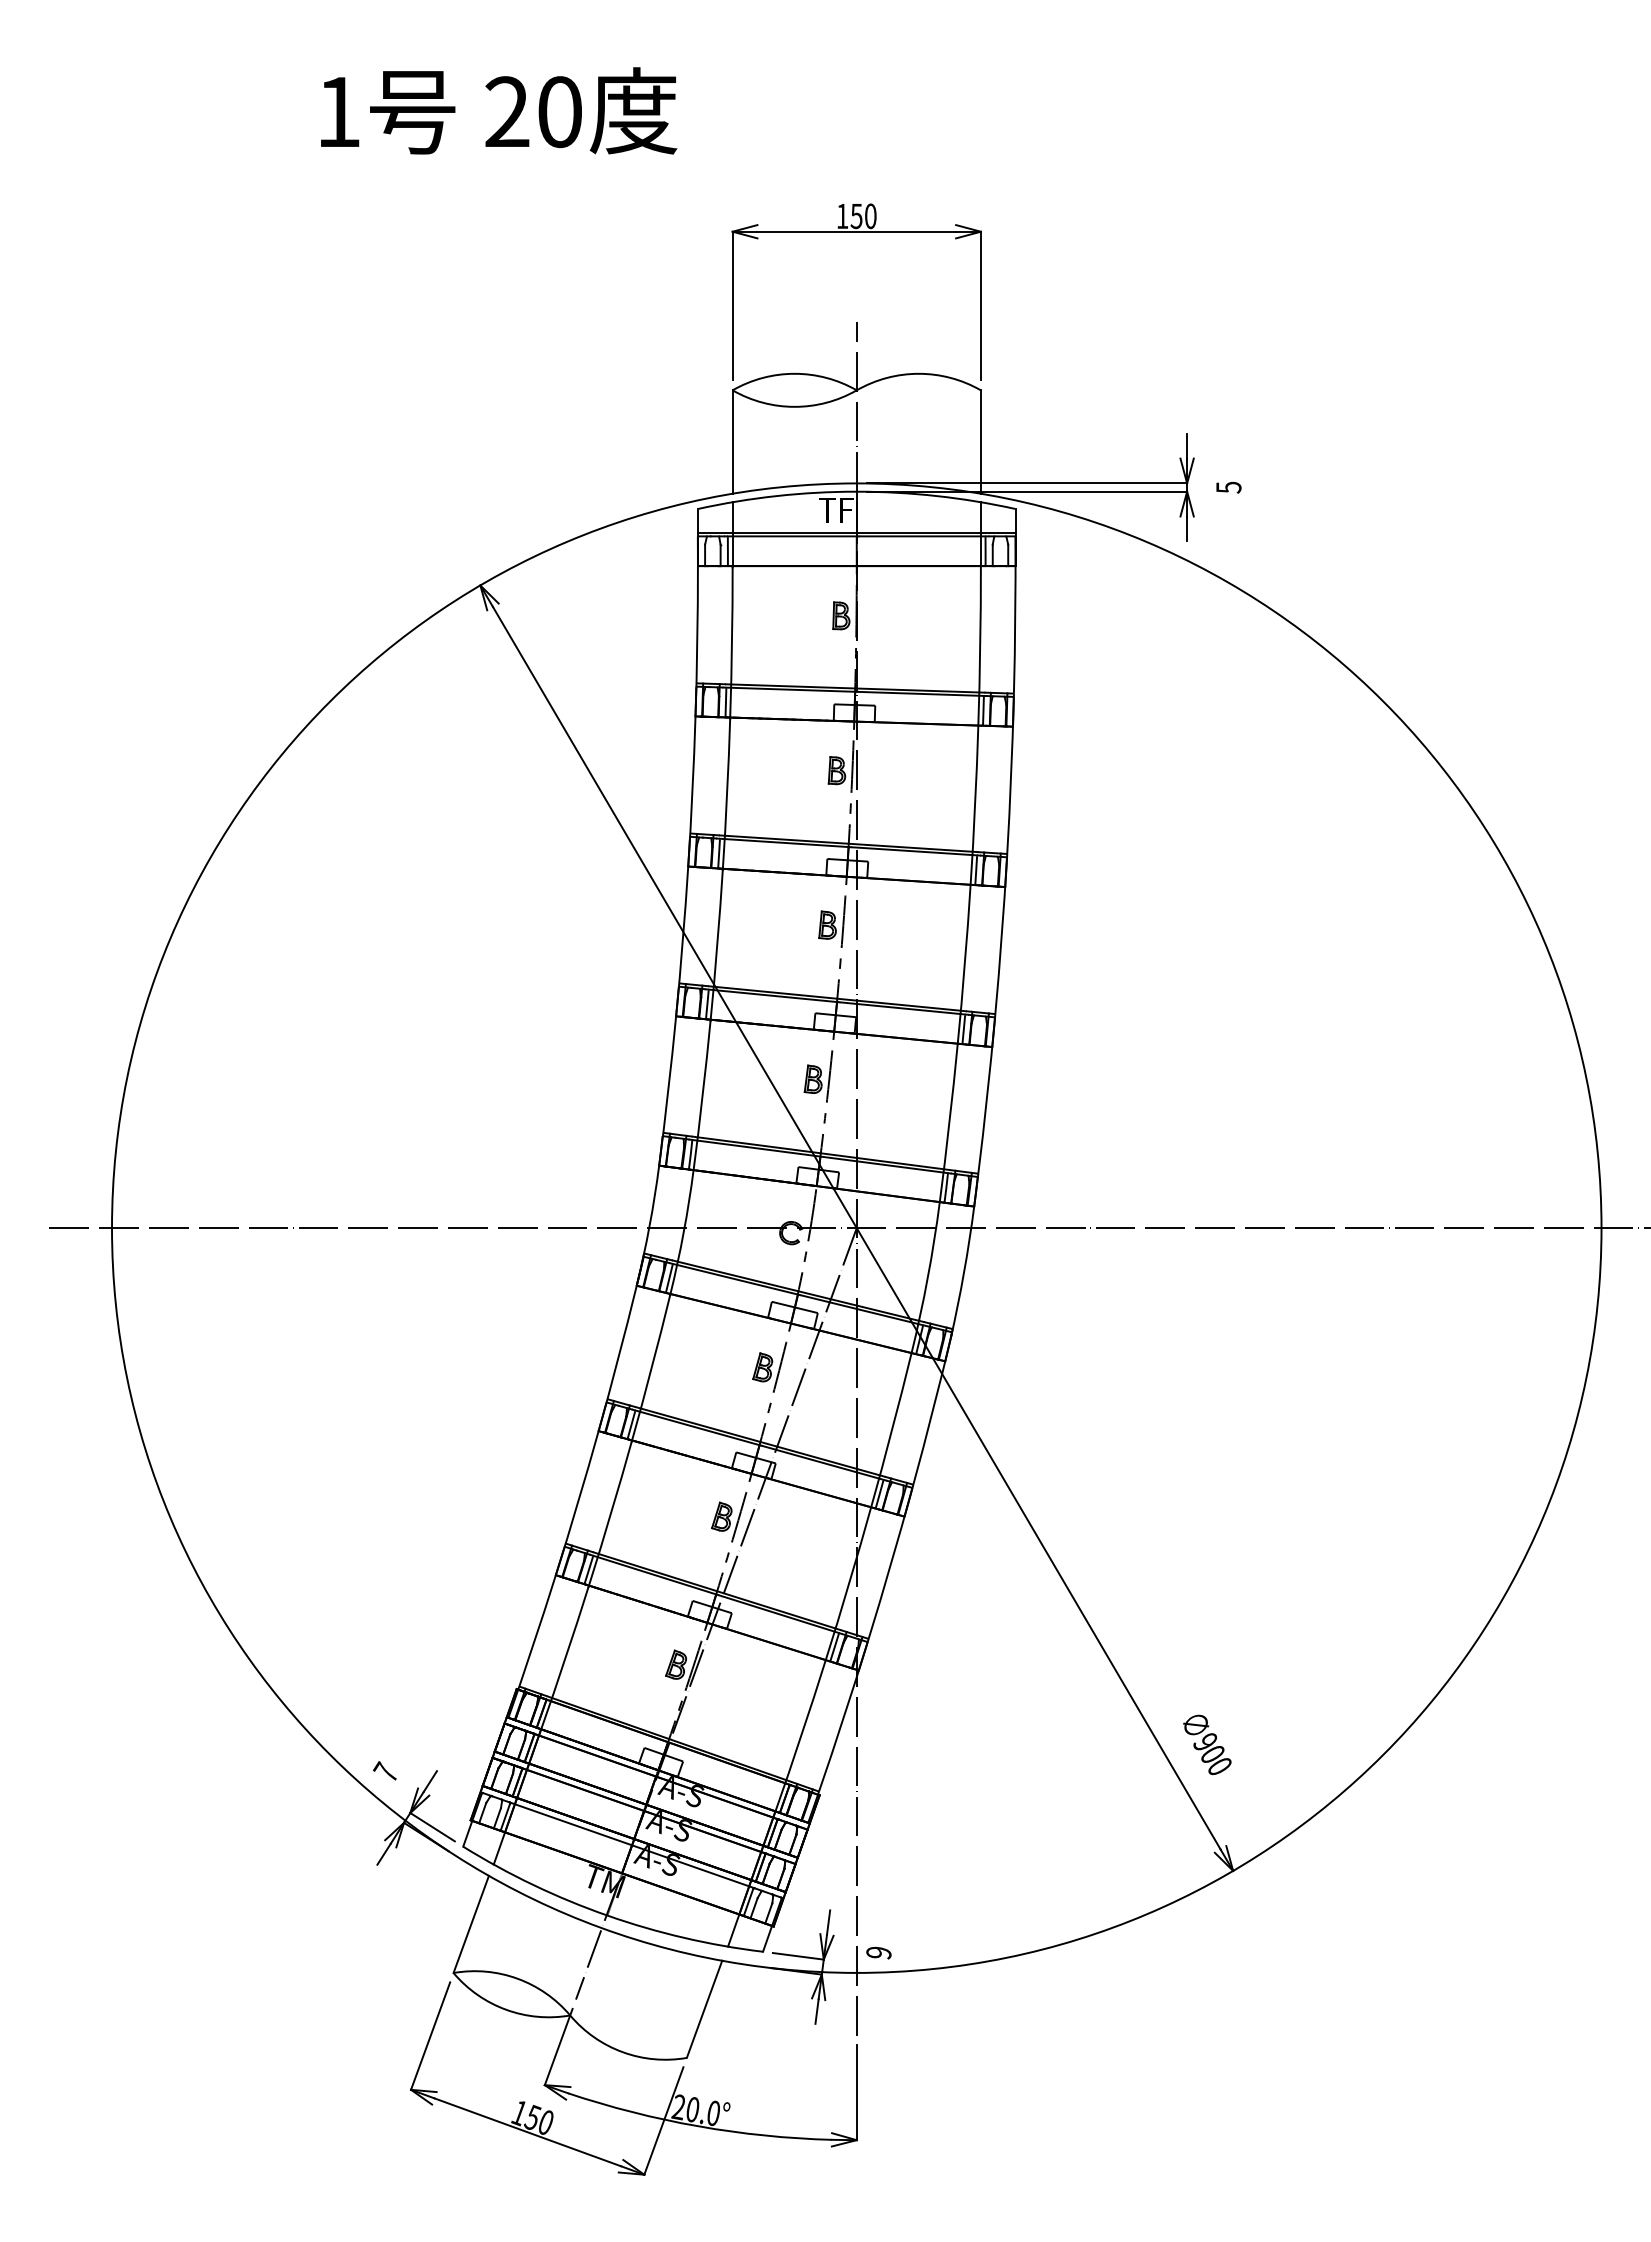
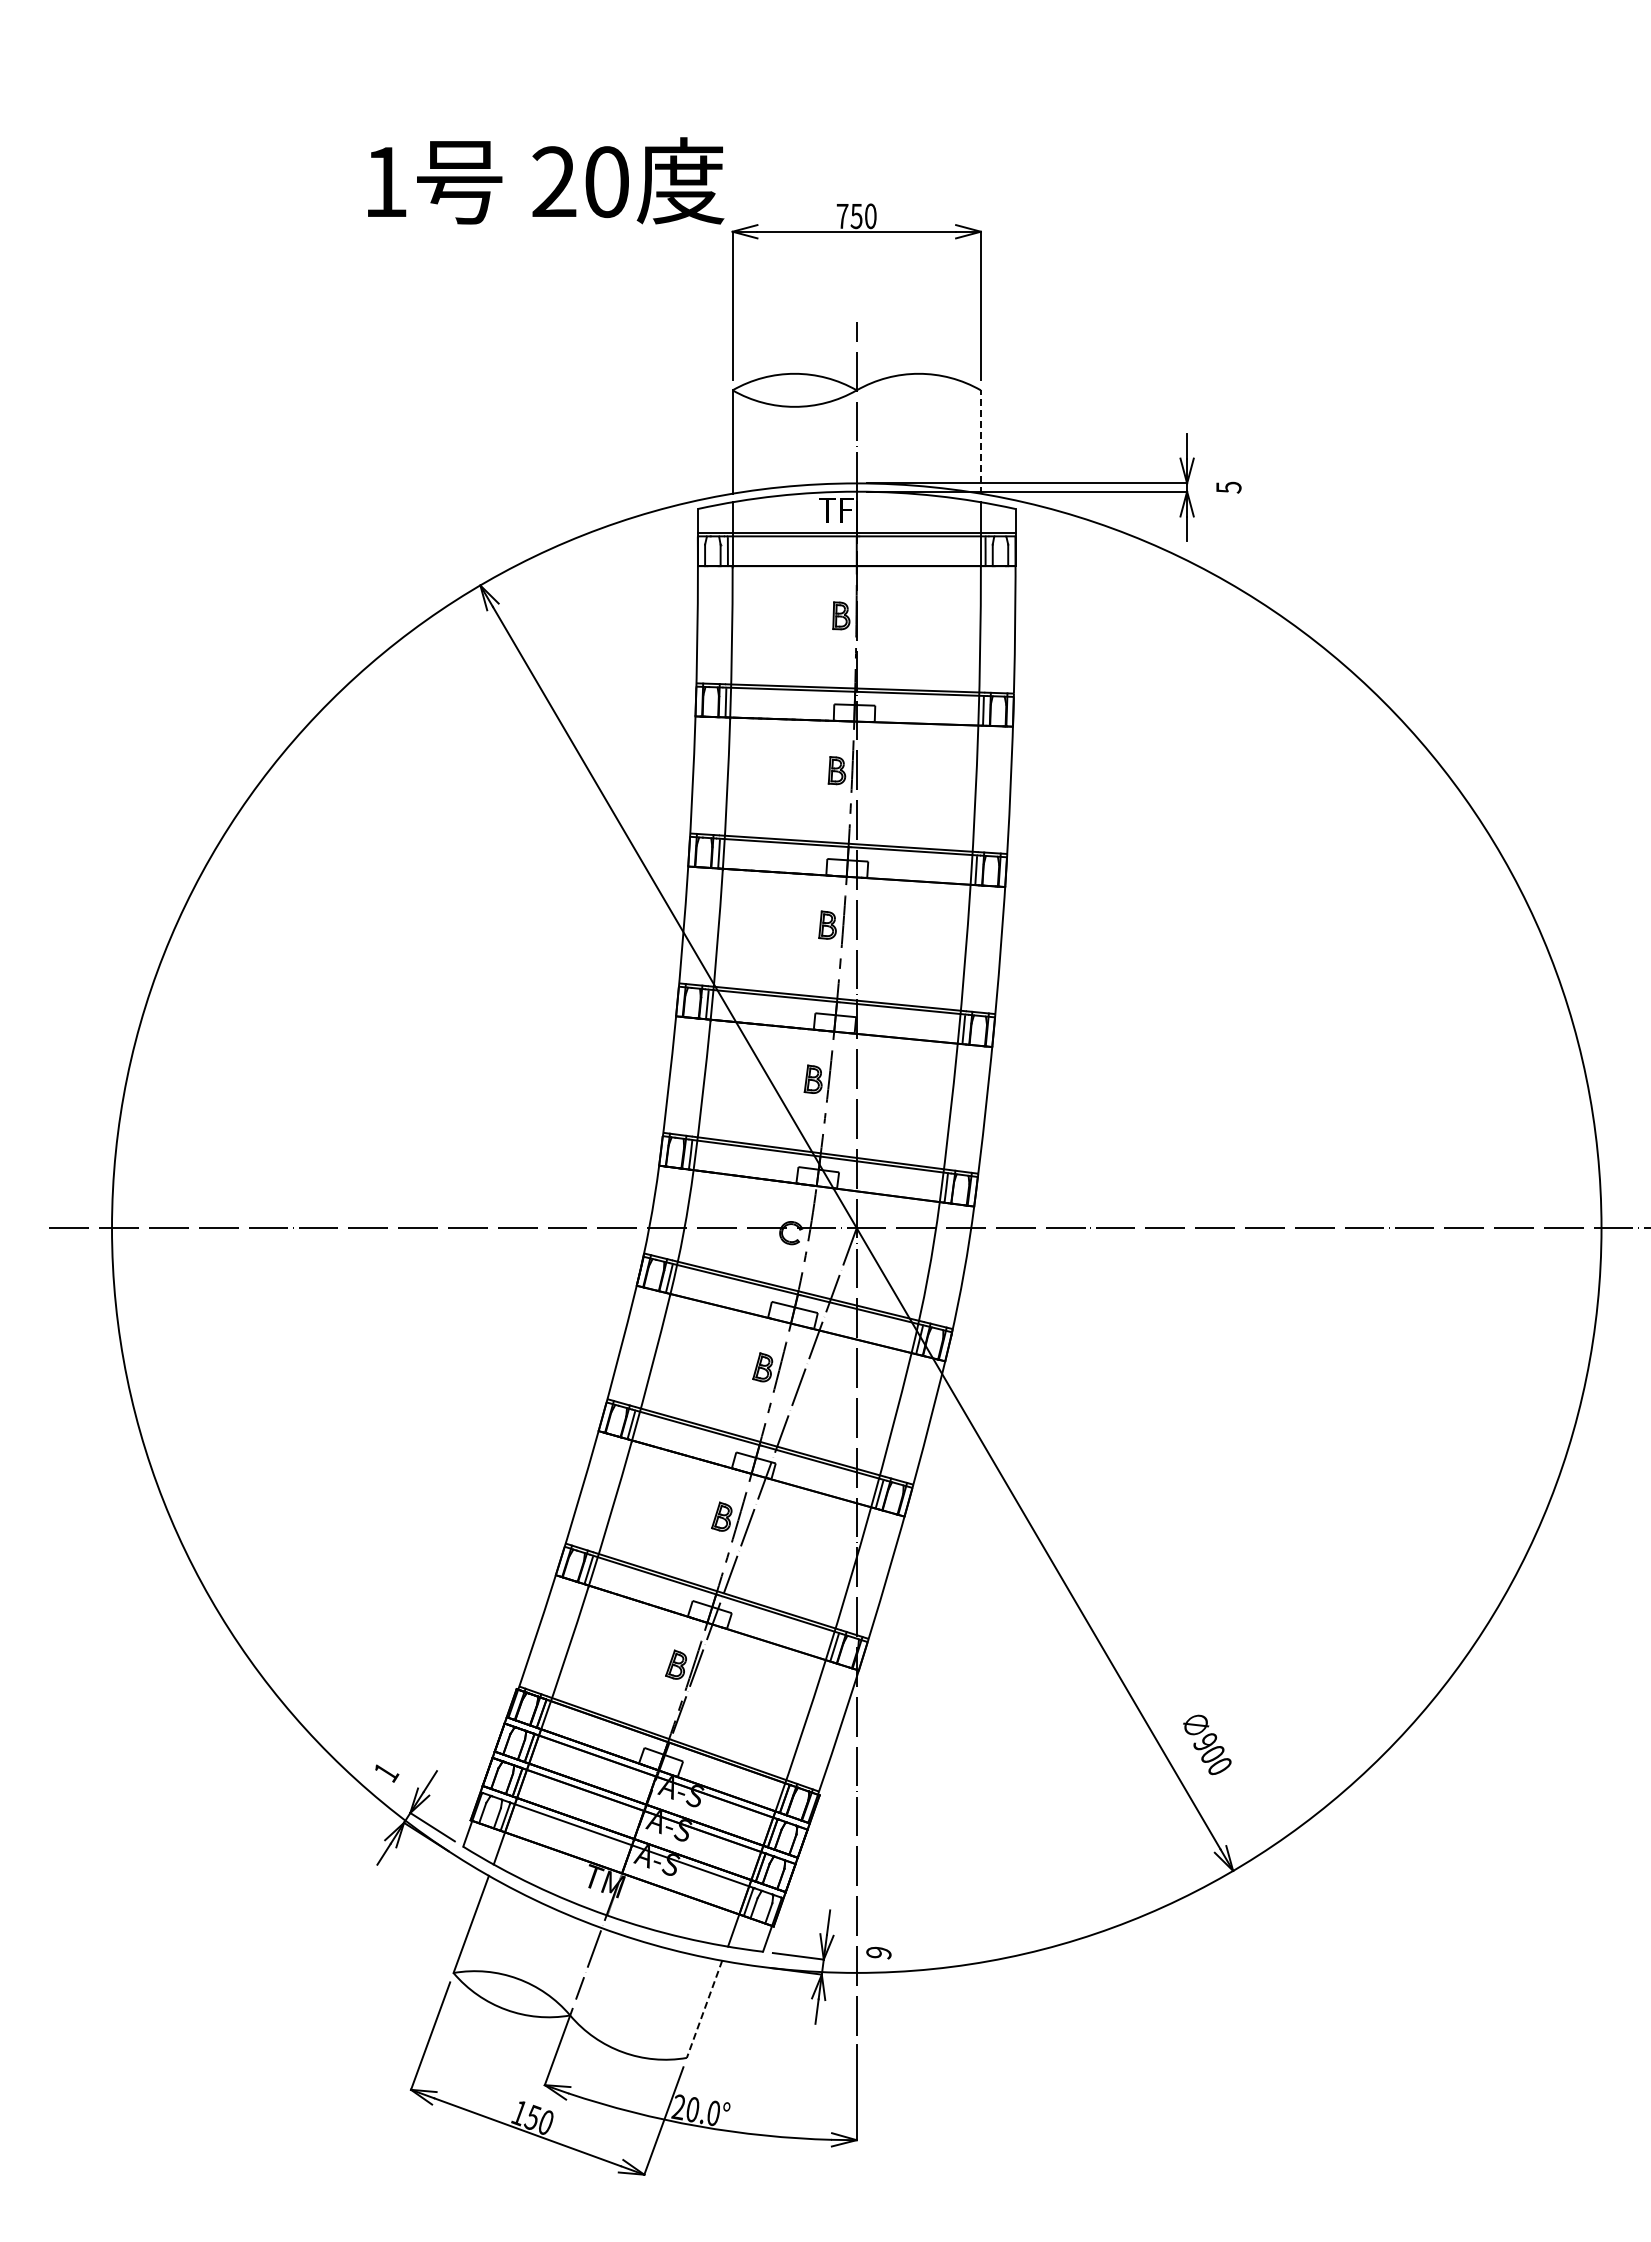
text at (499, 110) position: (499, 110) -> (546, 180)
text at (842, 216): 150 -> 750
line at (980, 442): solid -> dashed
text at (385, 1771): 7 -> 1
line at (704, 2009): solid -> dashed
